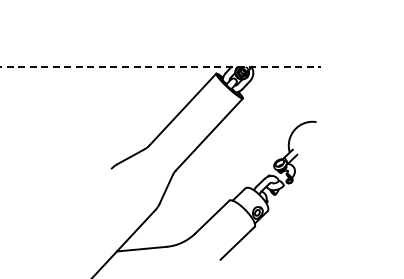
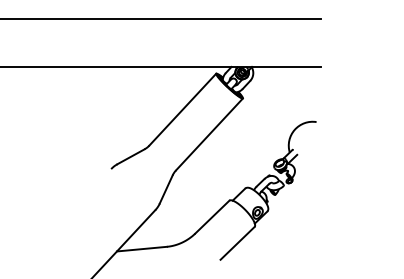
line at (161, 19): none -> present
line at (160, 66): dashed -> solid
